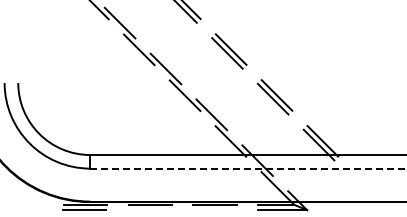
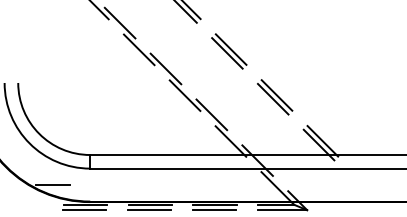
line at (248, 168): dashed -> solid
line at (52, 185): none -> present
line at (149, 210): none -> present
line at (214, 210): none -> present
